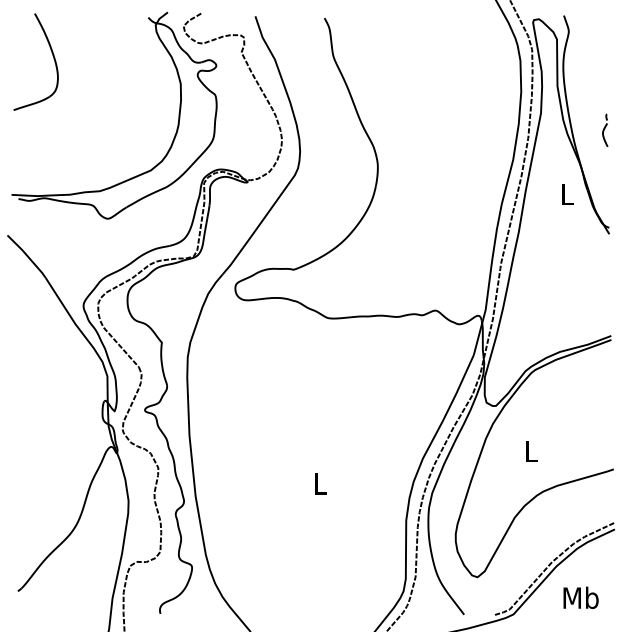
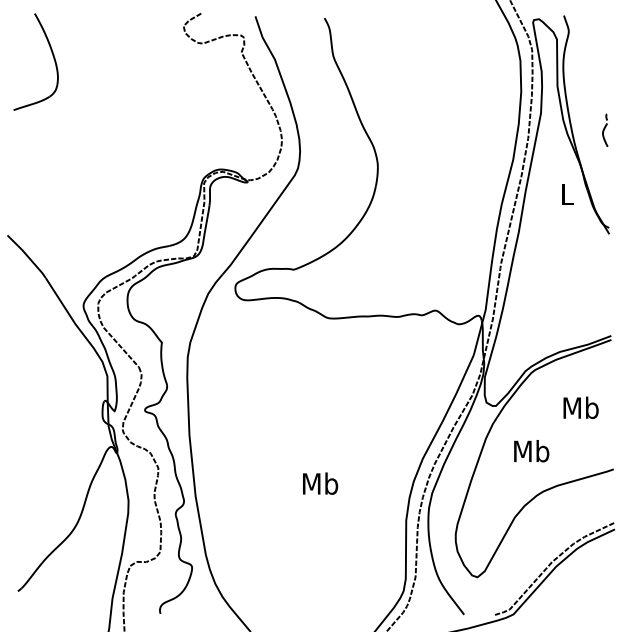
part at (173, 137): present -> none
text at (531, 451): L -> Mb
text at (320, 483): L -> Mb
text at (580, 597) position: (580, 597) -> (580, 407)
